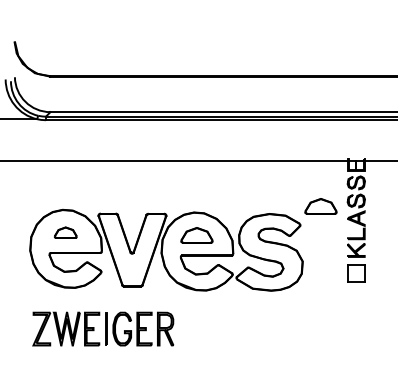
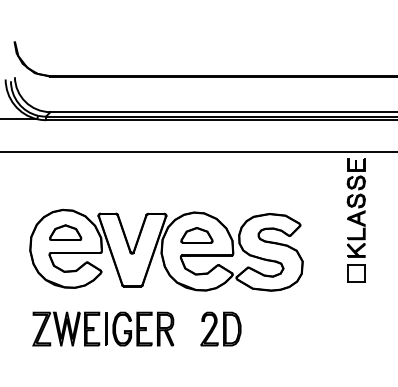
line at (198, 161) position: (198, 161) -> (198, 152)
part at (320, 206): present -> none
part at (65, 232) size: 24x13 px -> 34x17 px
part at (220, 328): none -> present
